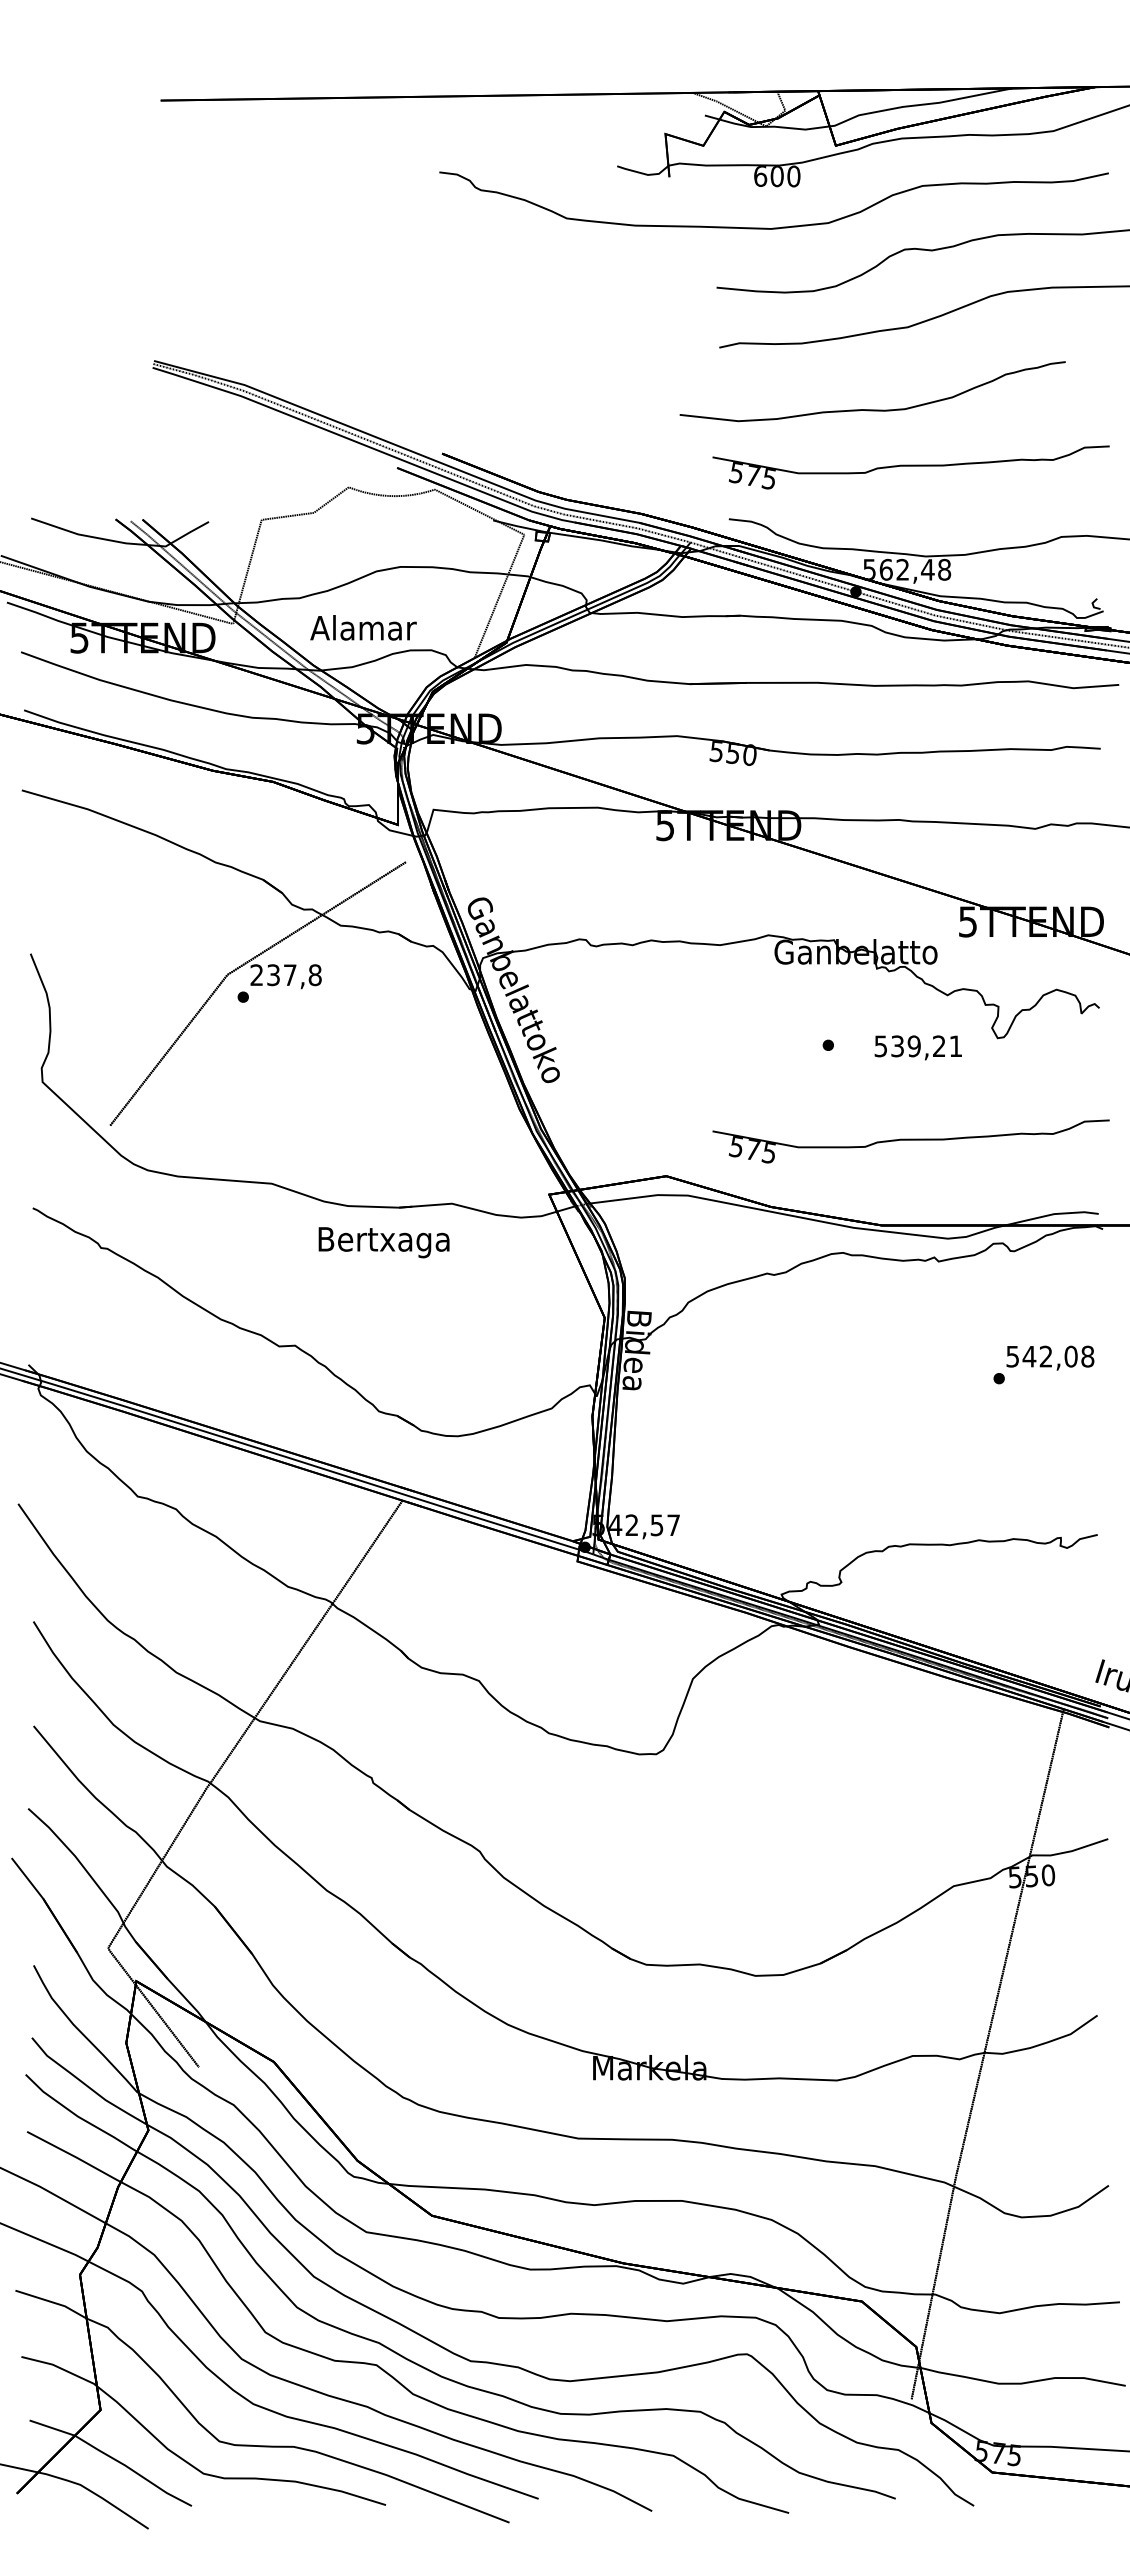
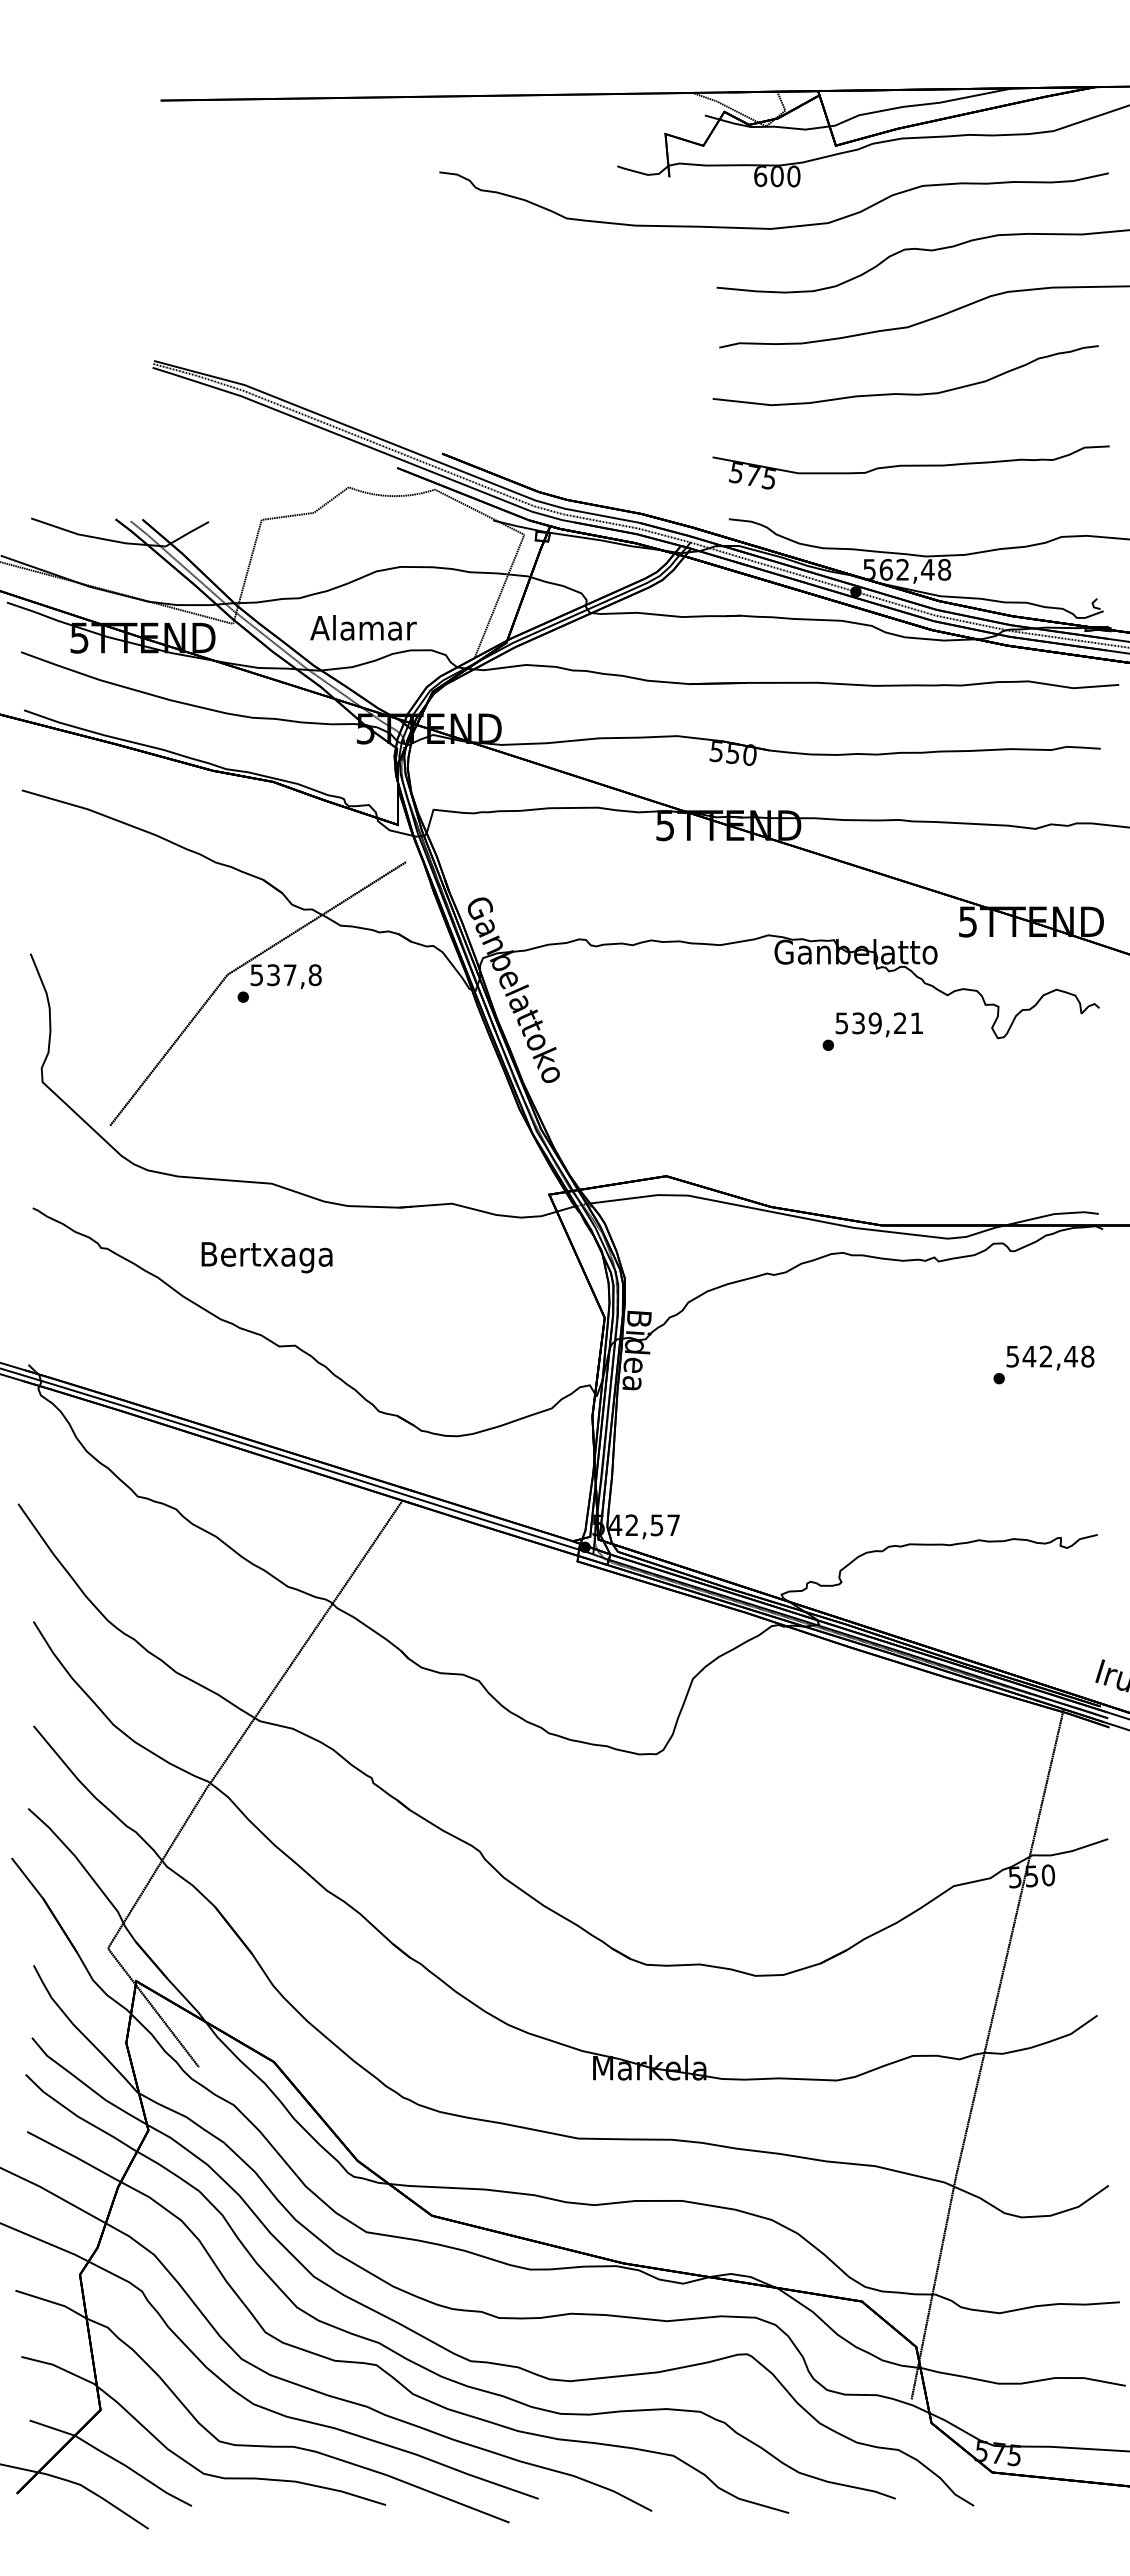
part at (872, 409) position: (872, 409) -> (905, 393)
text at (256, 975): 237,8 -> 537,8
text at (917, 1047) position: (917, 1047) -> (878, 1024)
part at (910, 1141): present -> none
text at (383, 1242) position: (383, 1242) -> (266, 1257)
text at (1070, 1356): 542,08 -> 542,48
